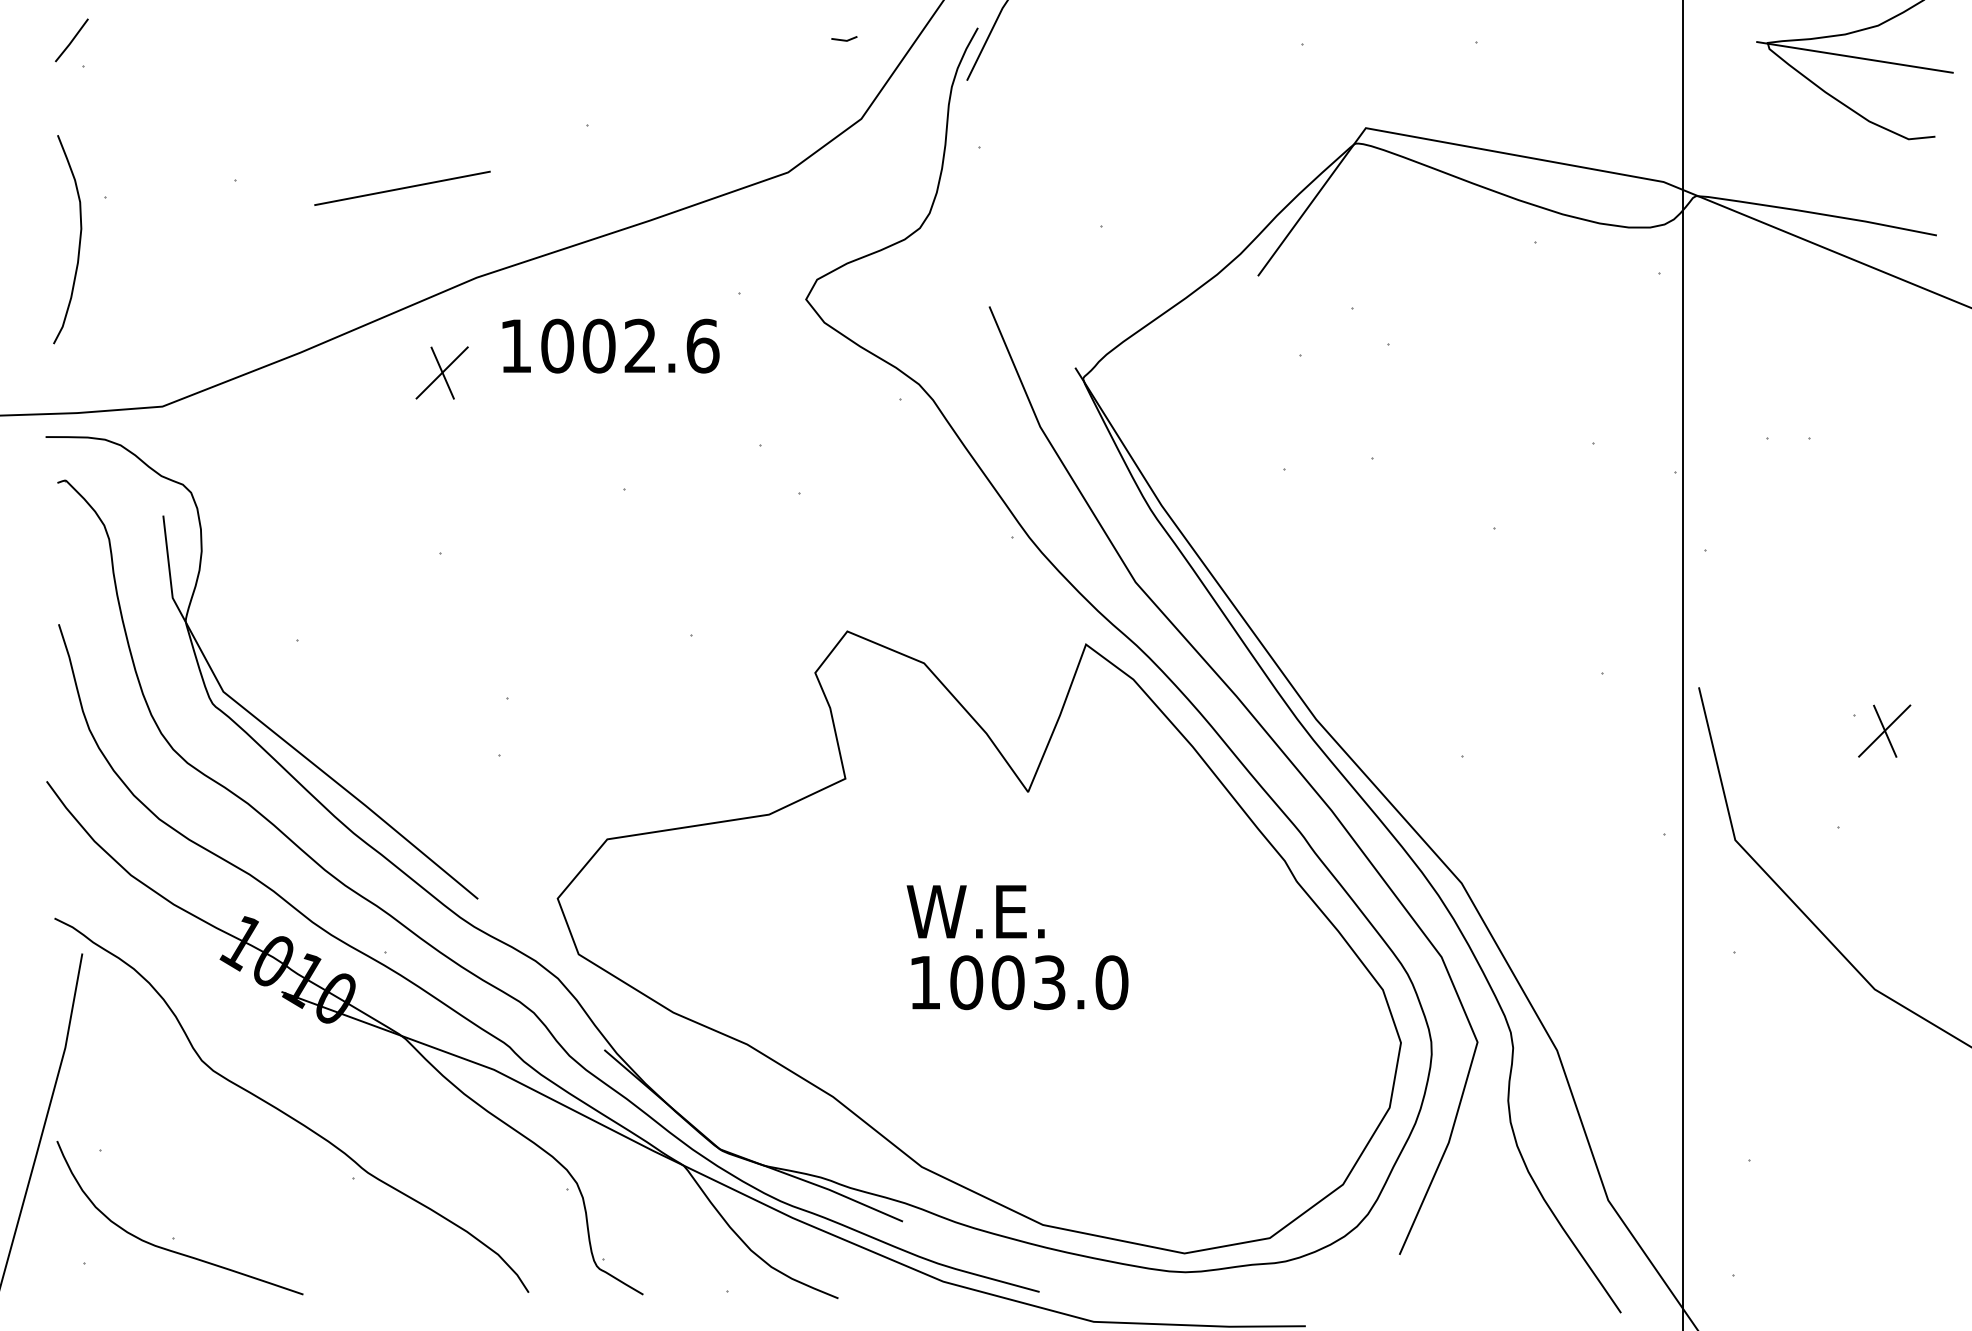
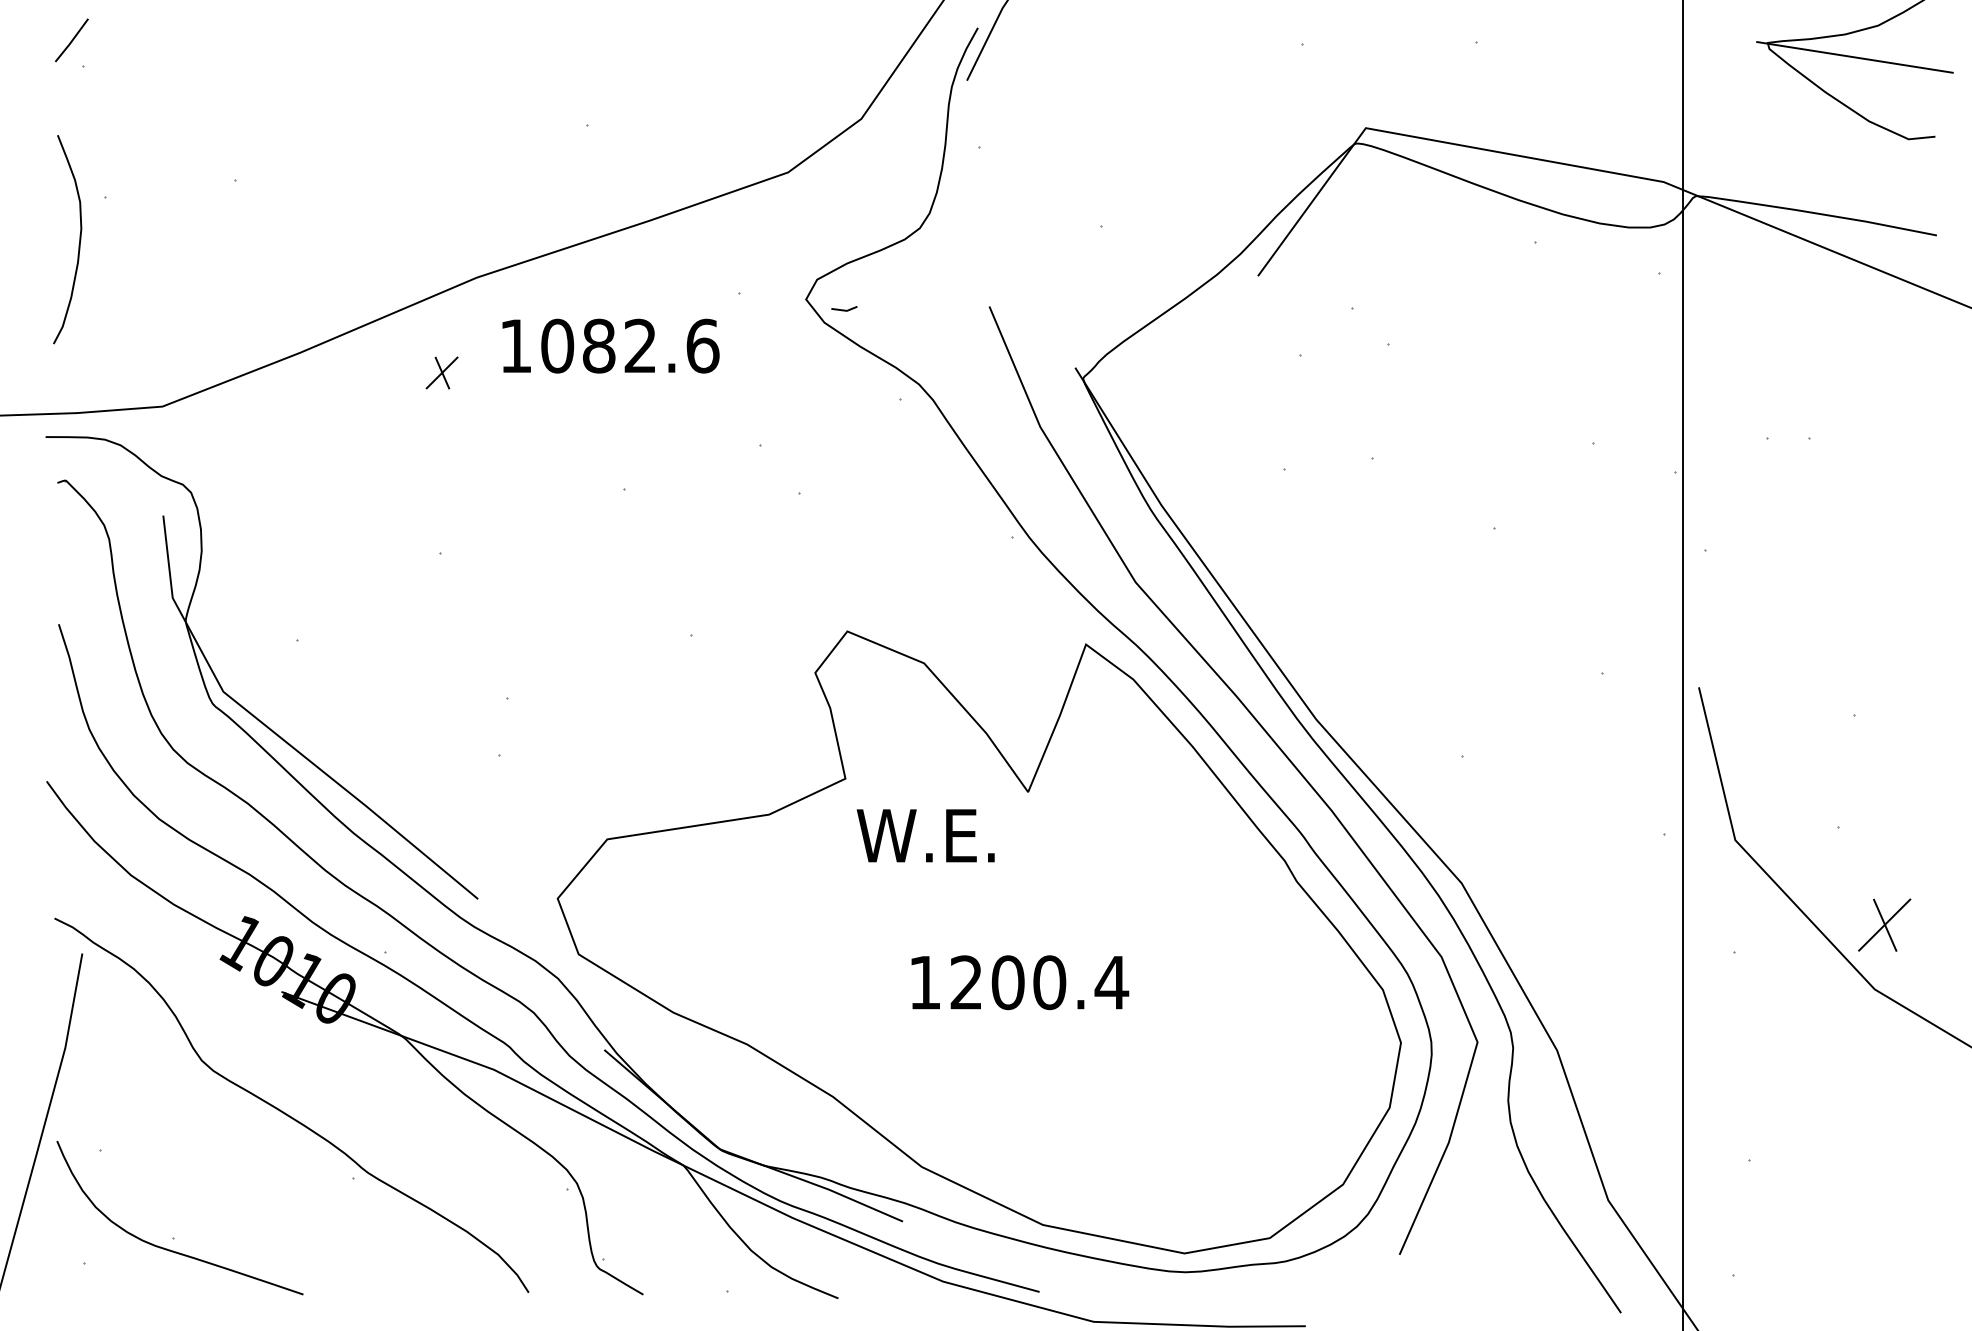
line at (844, 39) position: (844, 39) -> (844, 309)
line at (402, 187): present -> none
text at (598, 346): 1002.6 -> 1082.6
part at (441, 372) size: 54x54 px -> 34x34 px
part at (1884, 730) position: (1884, 730) -> (1884, 924)
text at (975, 911) position: (975, 911) -> (925, 835)
text at (1039, 982): 1003.0 -> 1200.4
